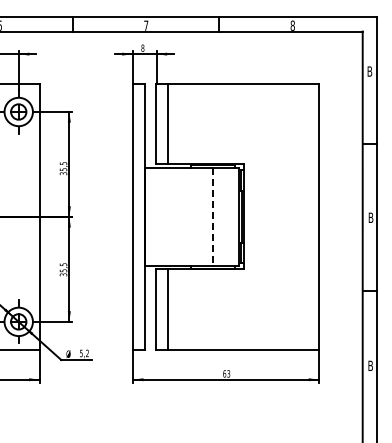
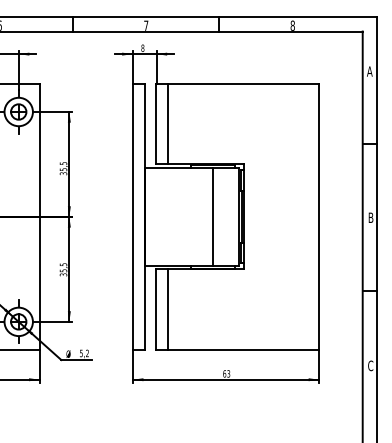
text at (369, 71): B -> A
line at (212, 216): dashed -> solid
text at (370, 365): B -> C
